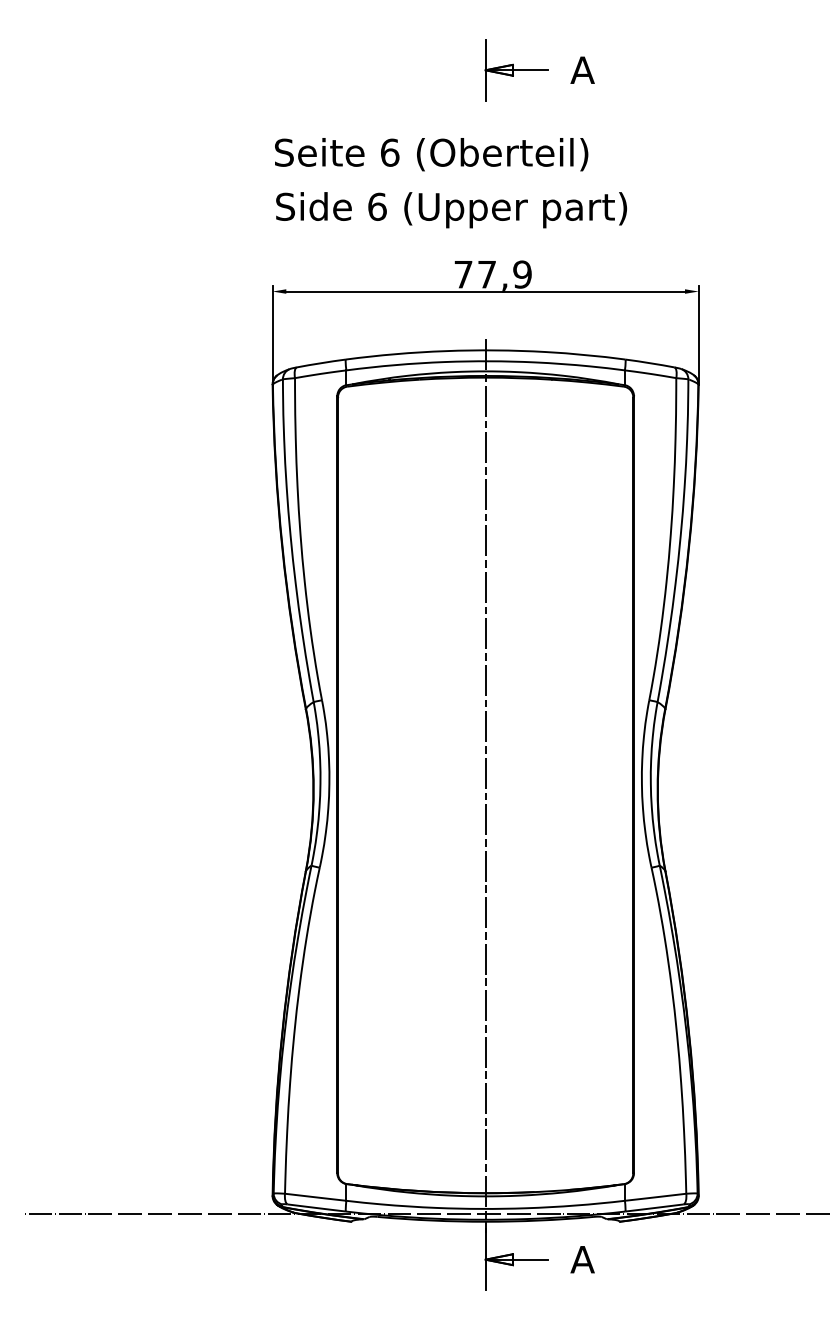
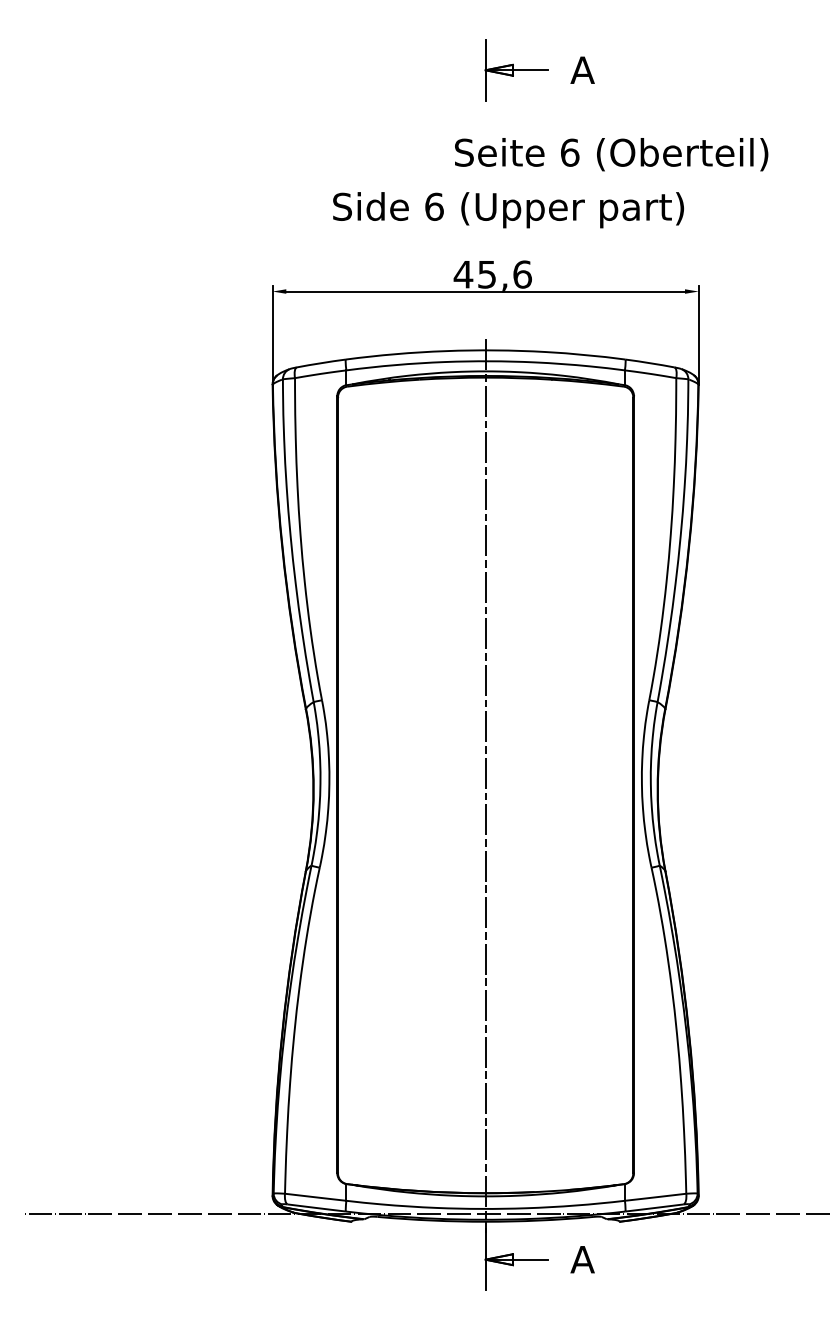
text at (431, 154) position: (431, 154) -> (611, 154)
text at (451, 210) position: (451, 210) -> (508, 210)
text at (492, 274): 77,9 -> 45,6
